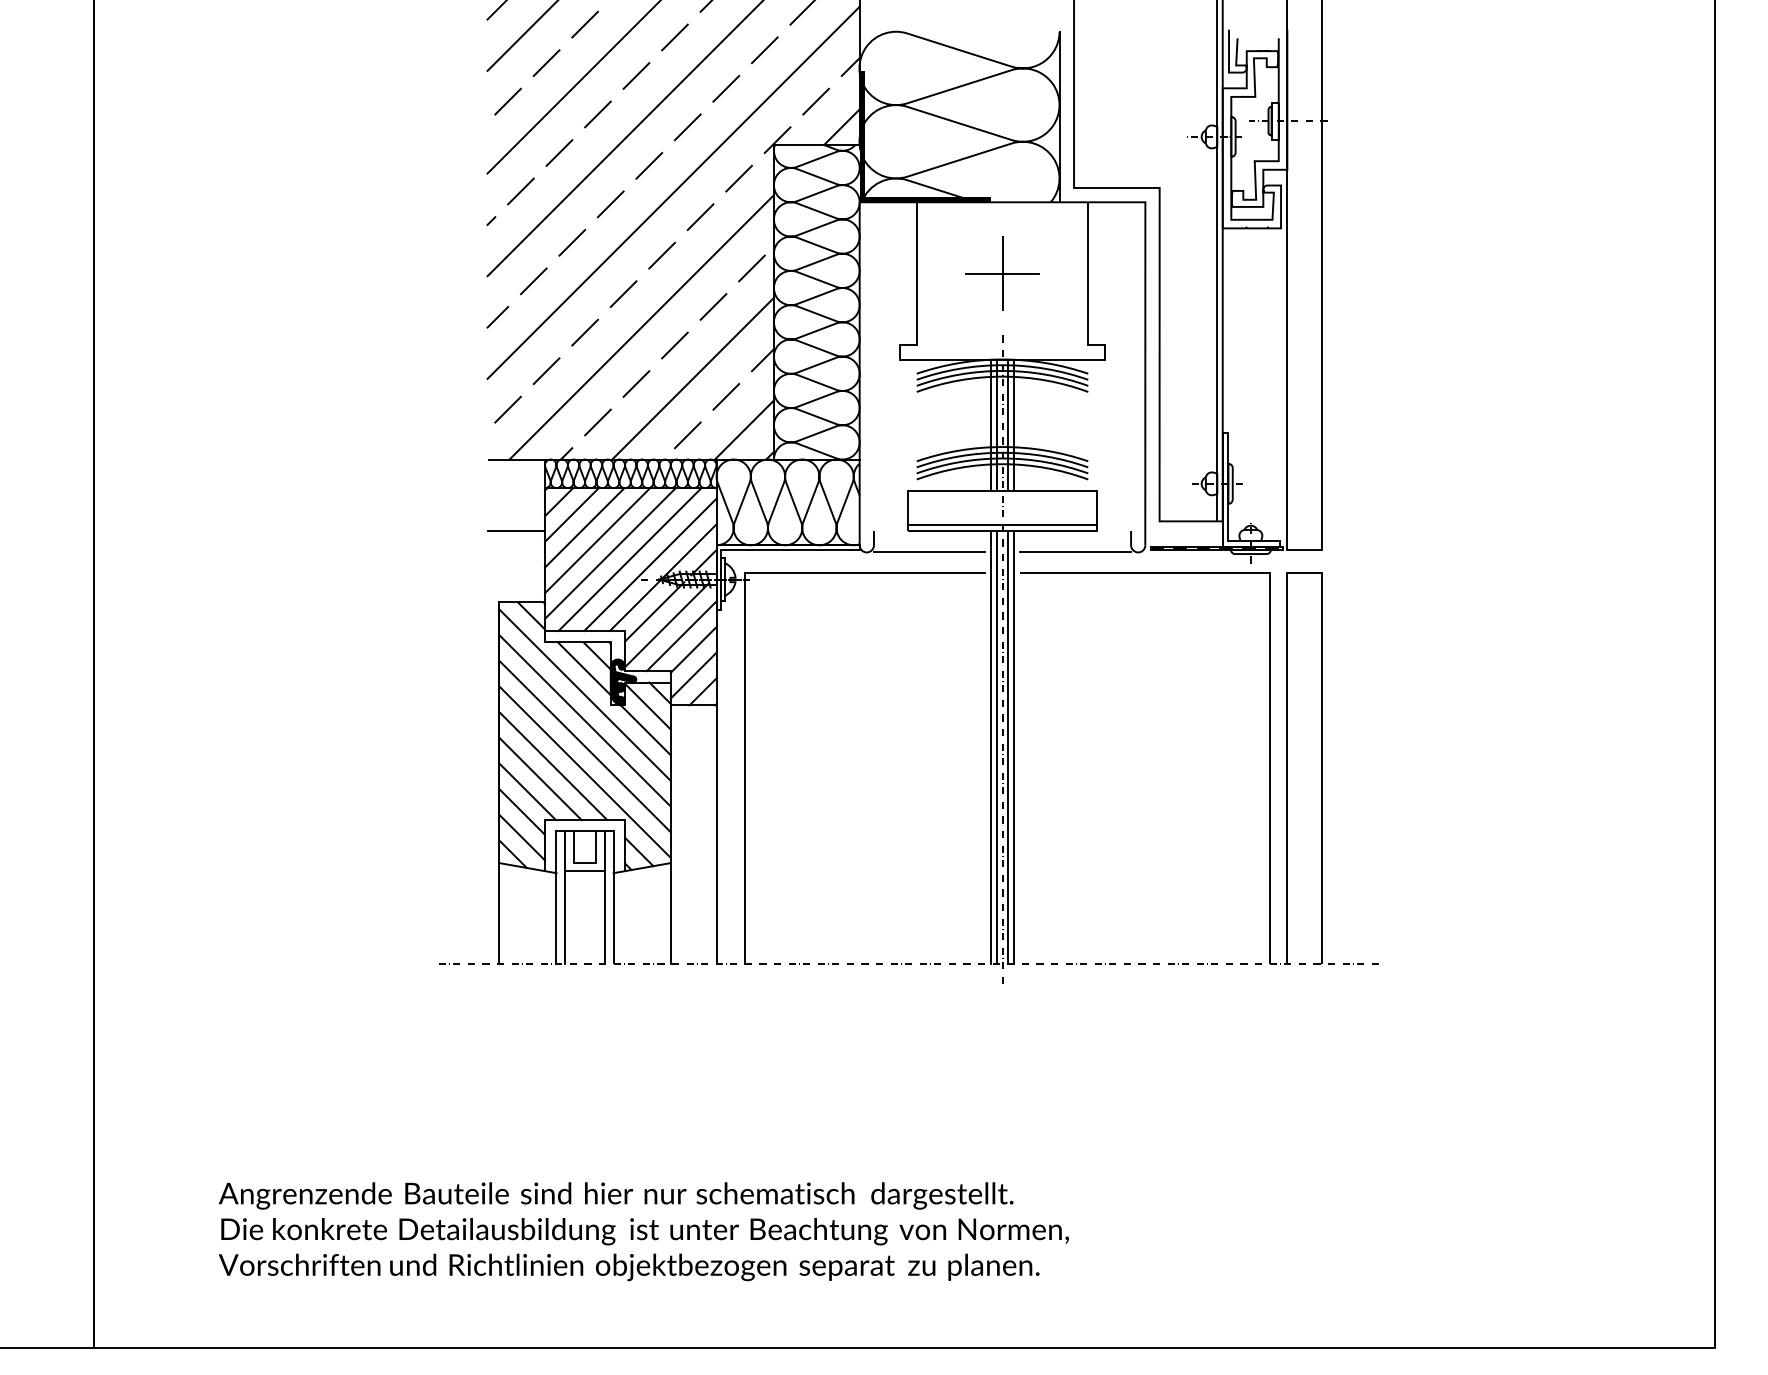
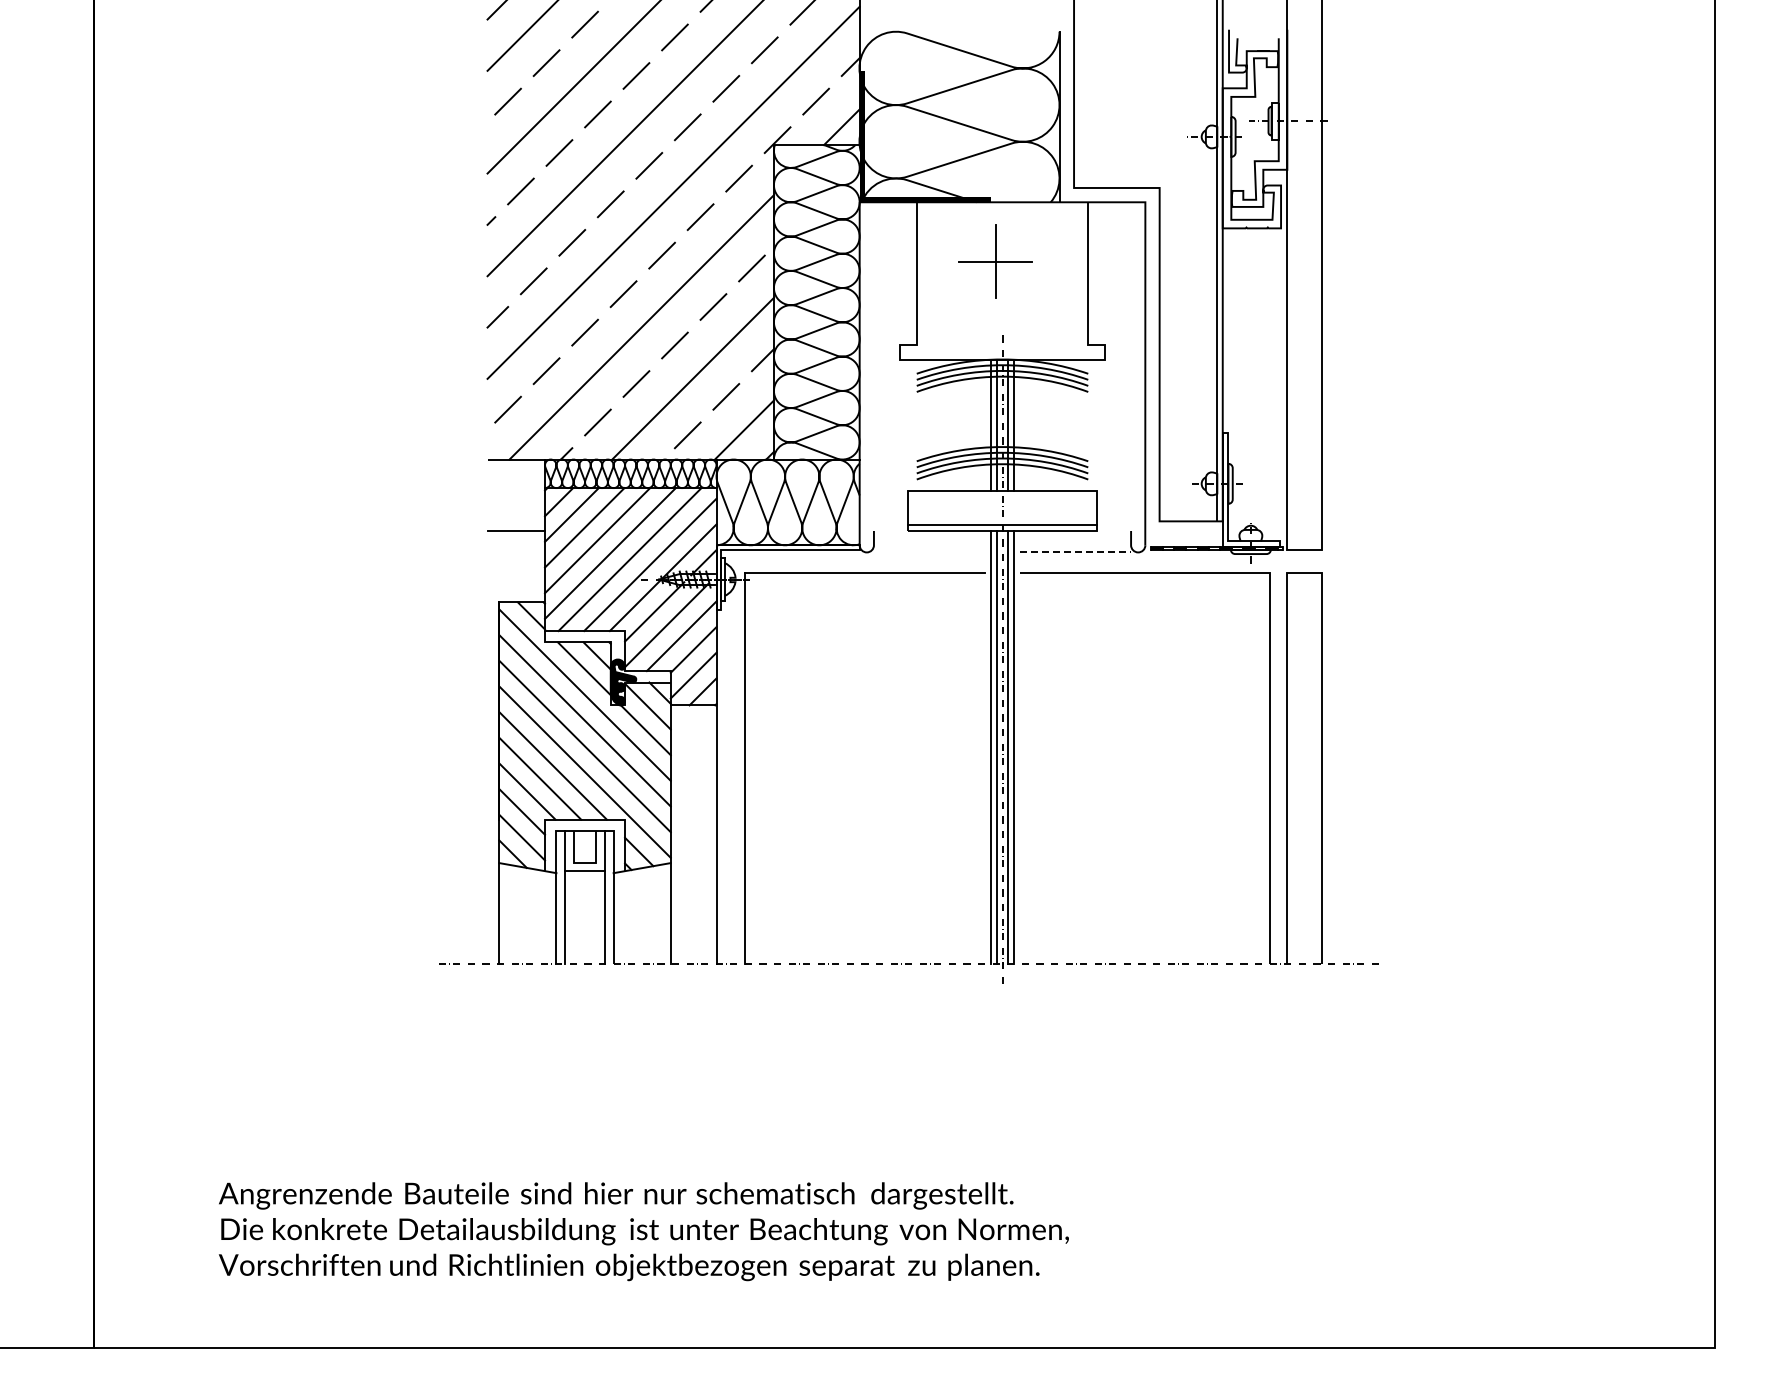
part at (1002, 273) position: (1002, 273) -> (995, 261)
line at (929, 552): present -> none
line at (1075, 552): solid -> dashed
